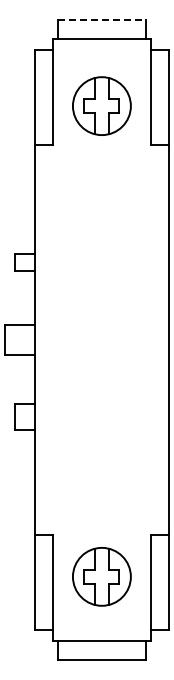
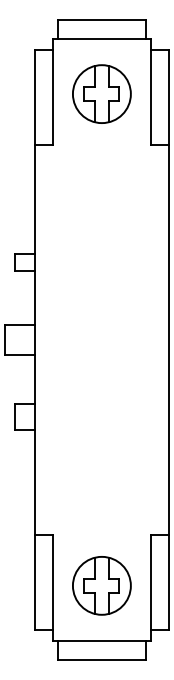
line at (101, 20): dashed -> solid
part at (101, 105) position: (101, 105) -> (101, 93)
part at (101, 576) position: (101, 576) -> (101, 585)
